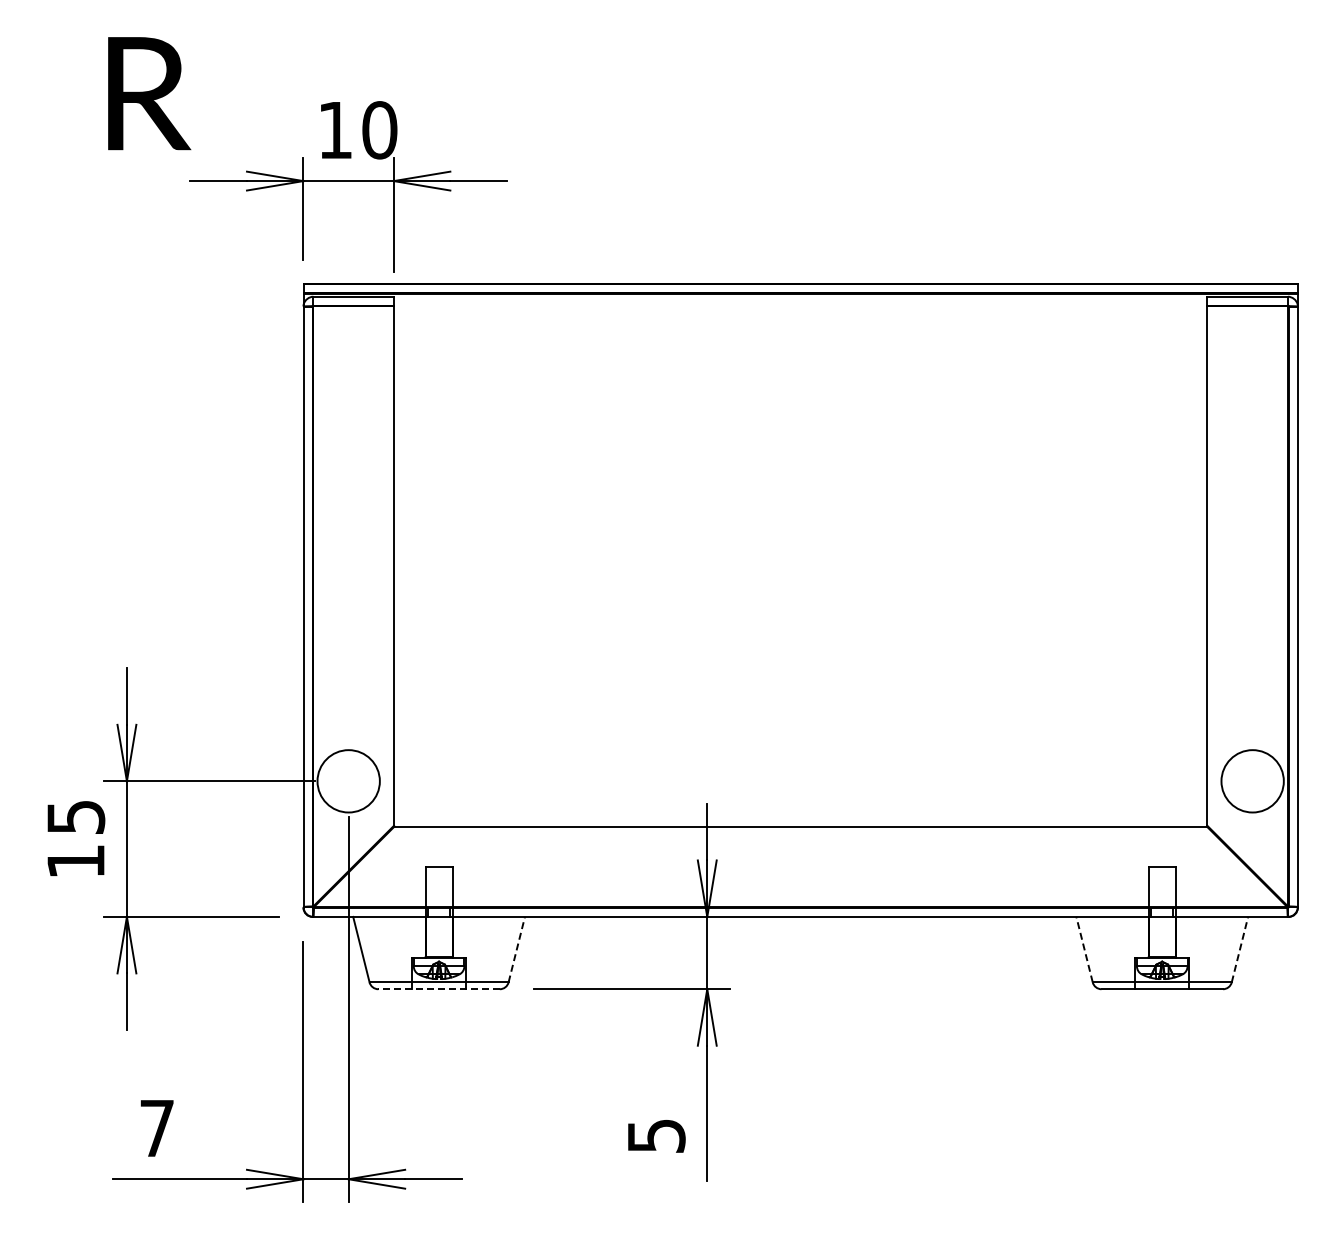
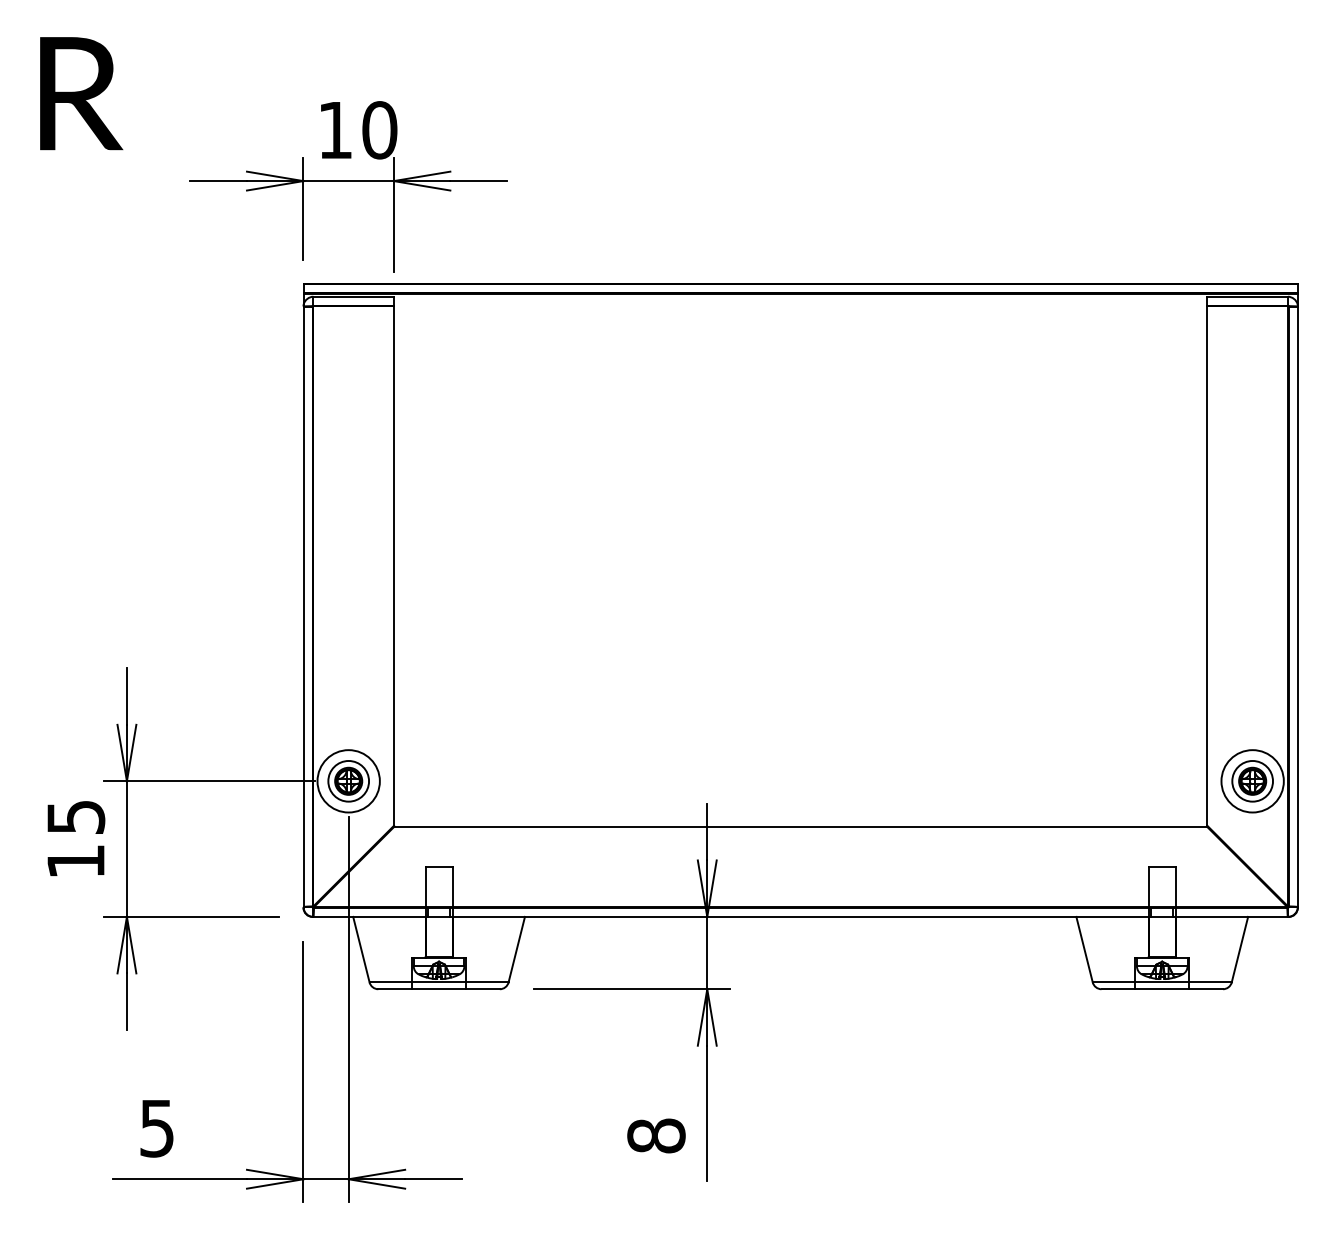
text at (149, 93) position: (149, 93) -> (81, 93)
part at (348, 781): none -> present
part at (1252, 781): none -> present
line at (516, 949): dashed -> solid
line at (1084, 949): dashed -> solid
line at (1239, 949): dashed -> solid
line at (439, 989): dashed -> solid
text at (156, 1128): 7 -> 5
text at (656, 1135): 5 -> 8
